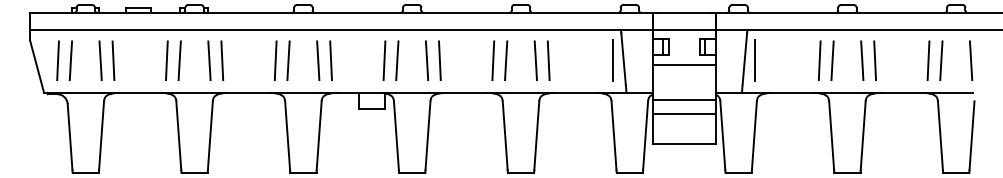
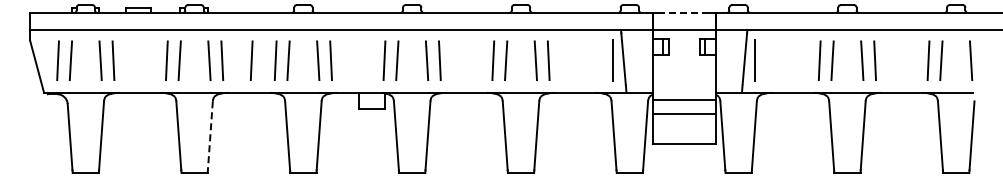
line at (684, 12): solid -> dashed
line at (251, 60): none -> present
line at (683, 65): present -> none
line at (210, 135): solid -> dashed
